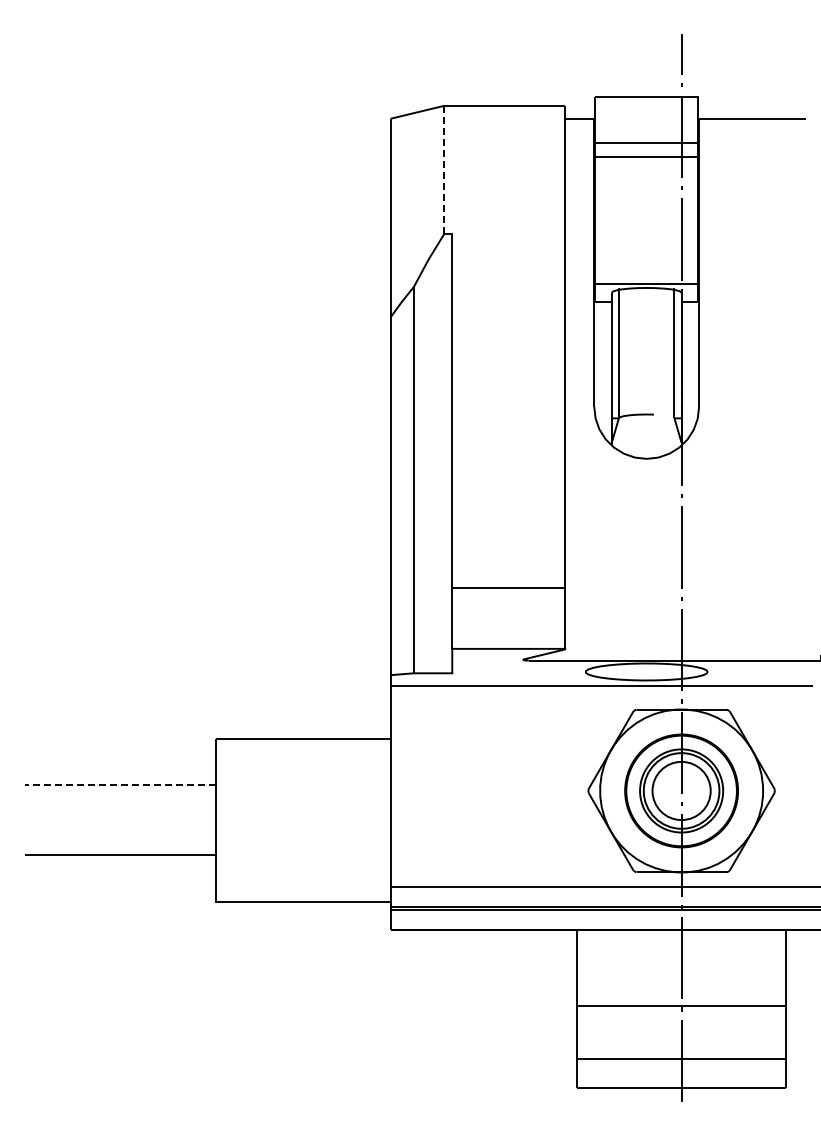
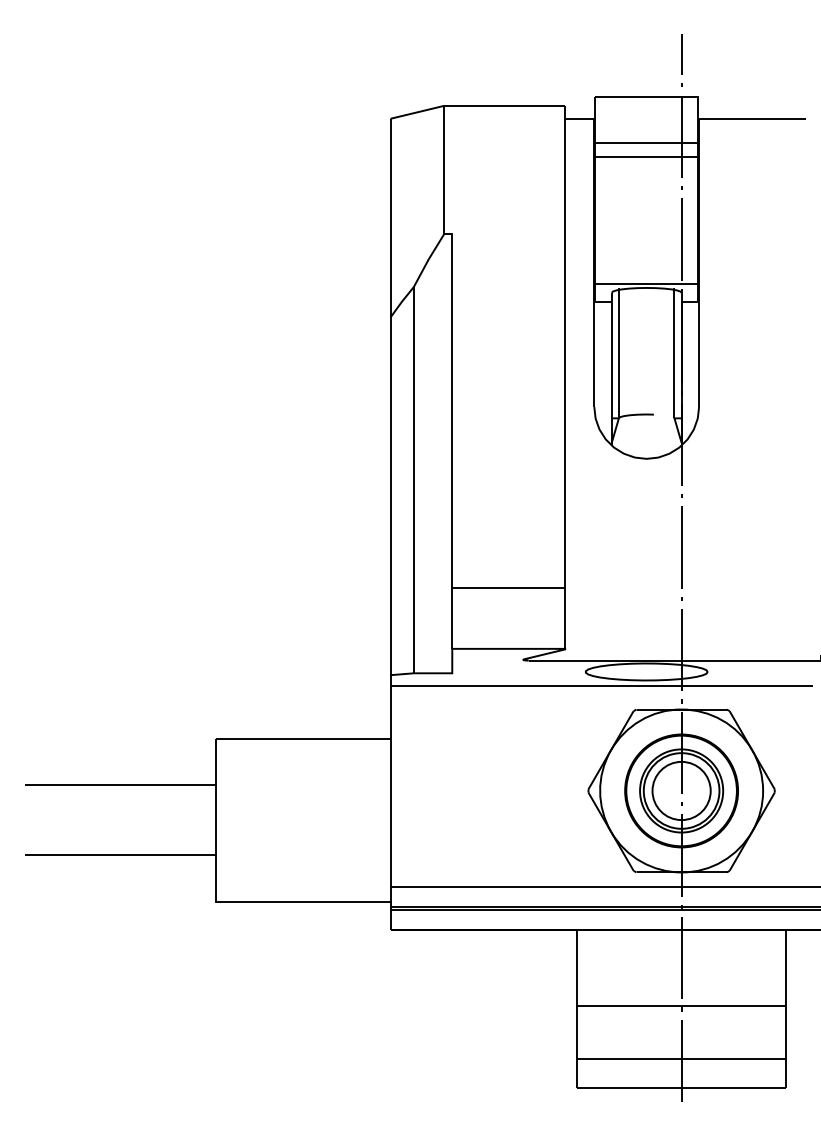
line at (444, 169): dashed -> solid
line at (120, 785): dashed -> solid
